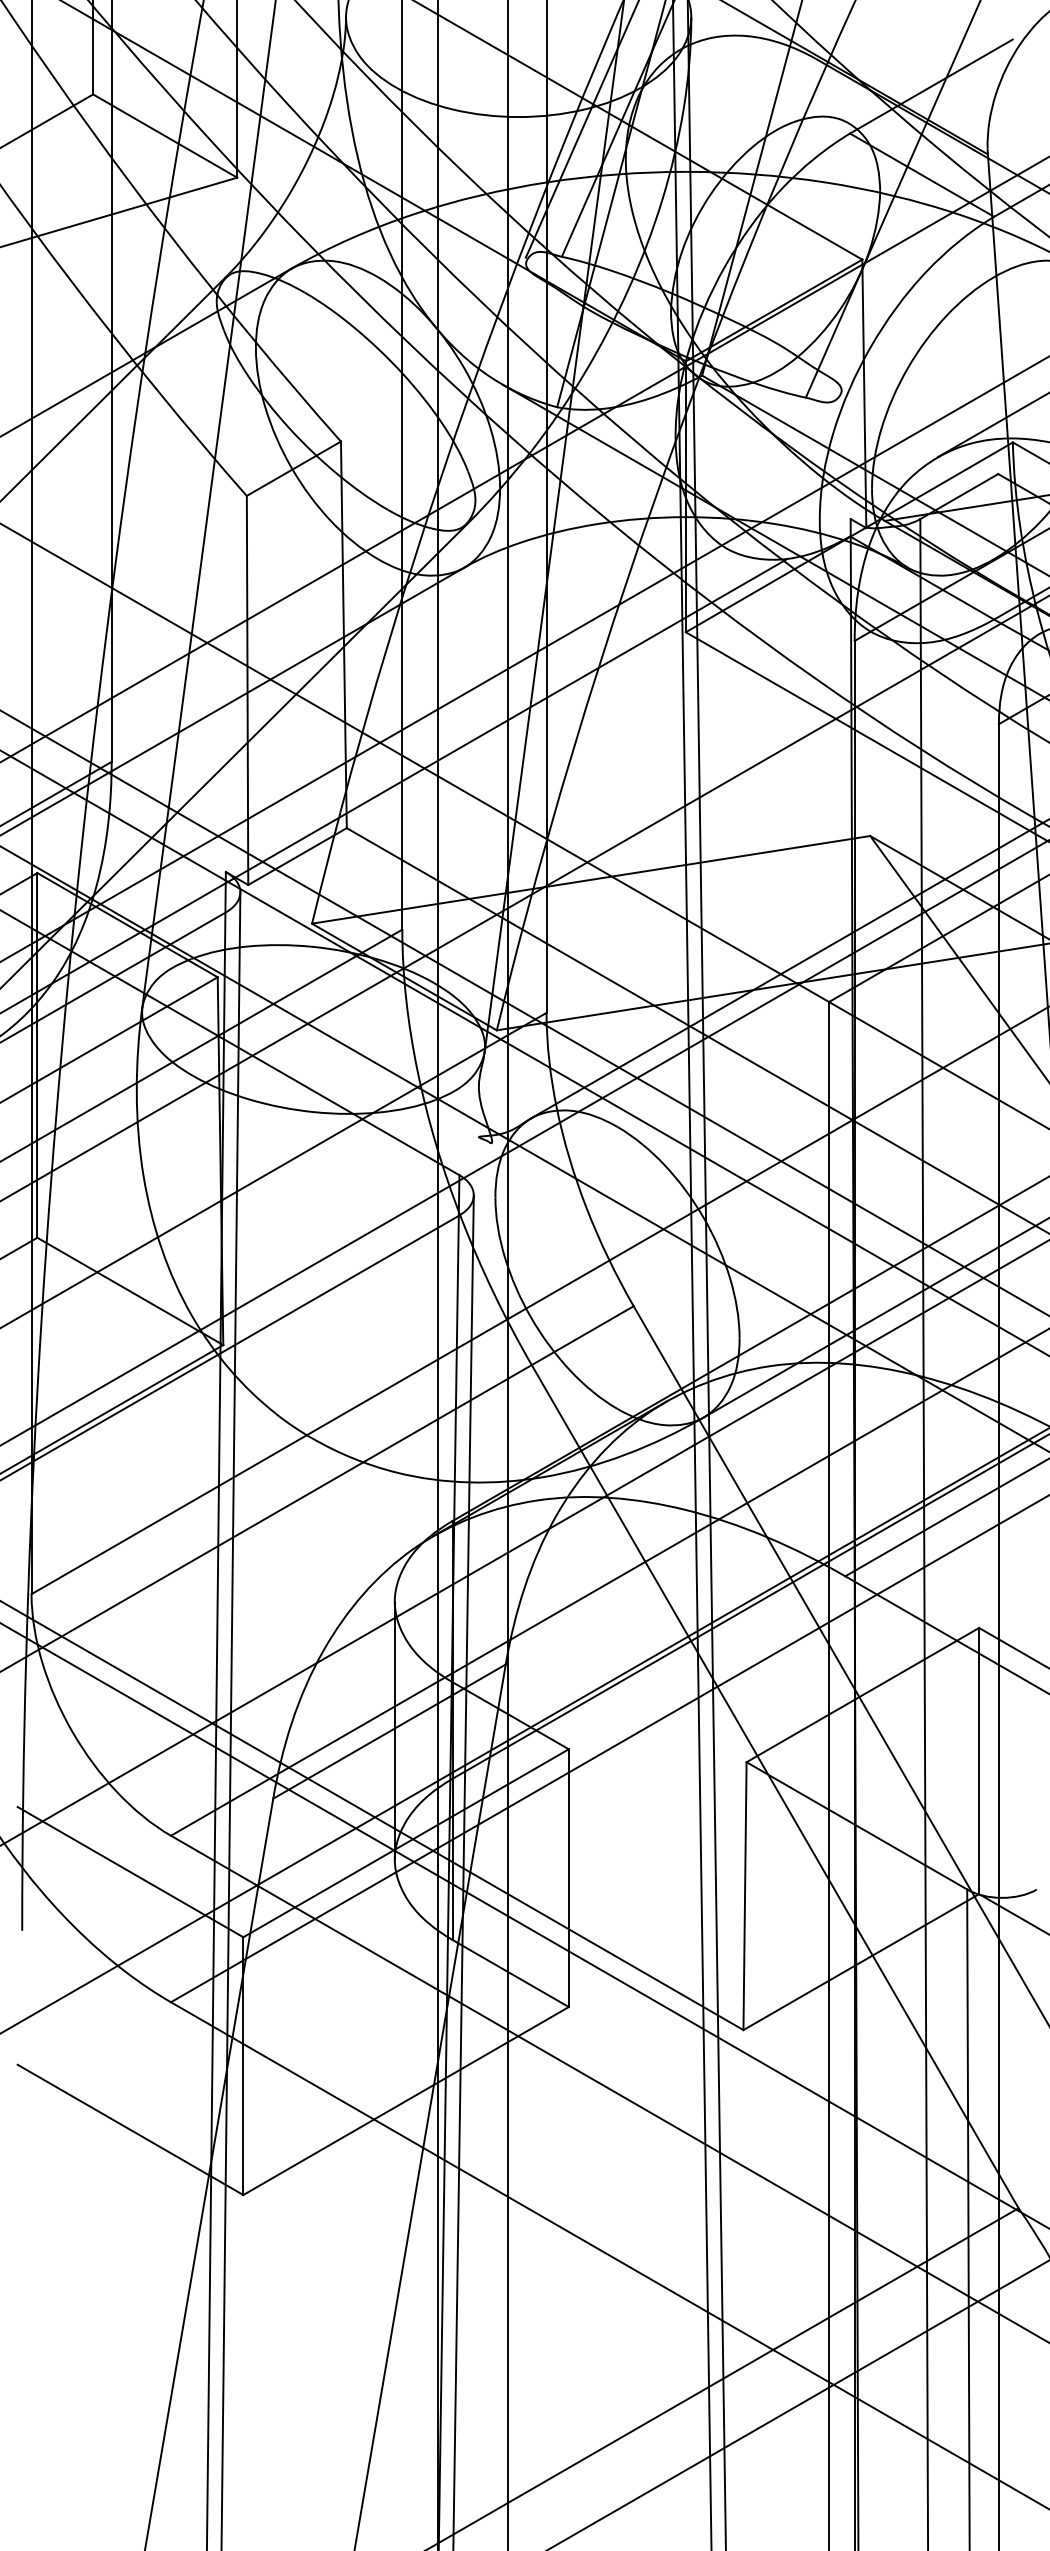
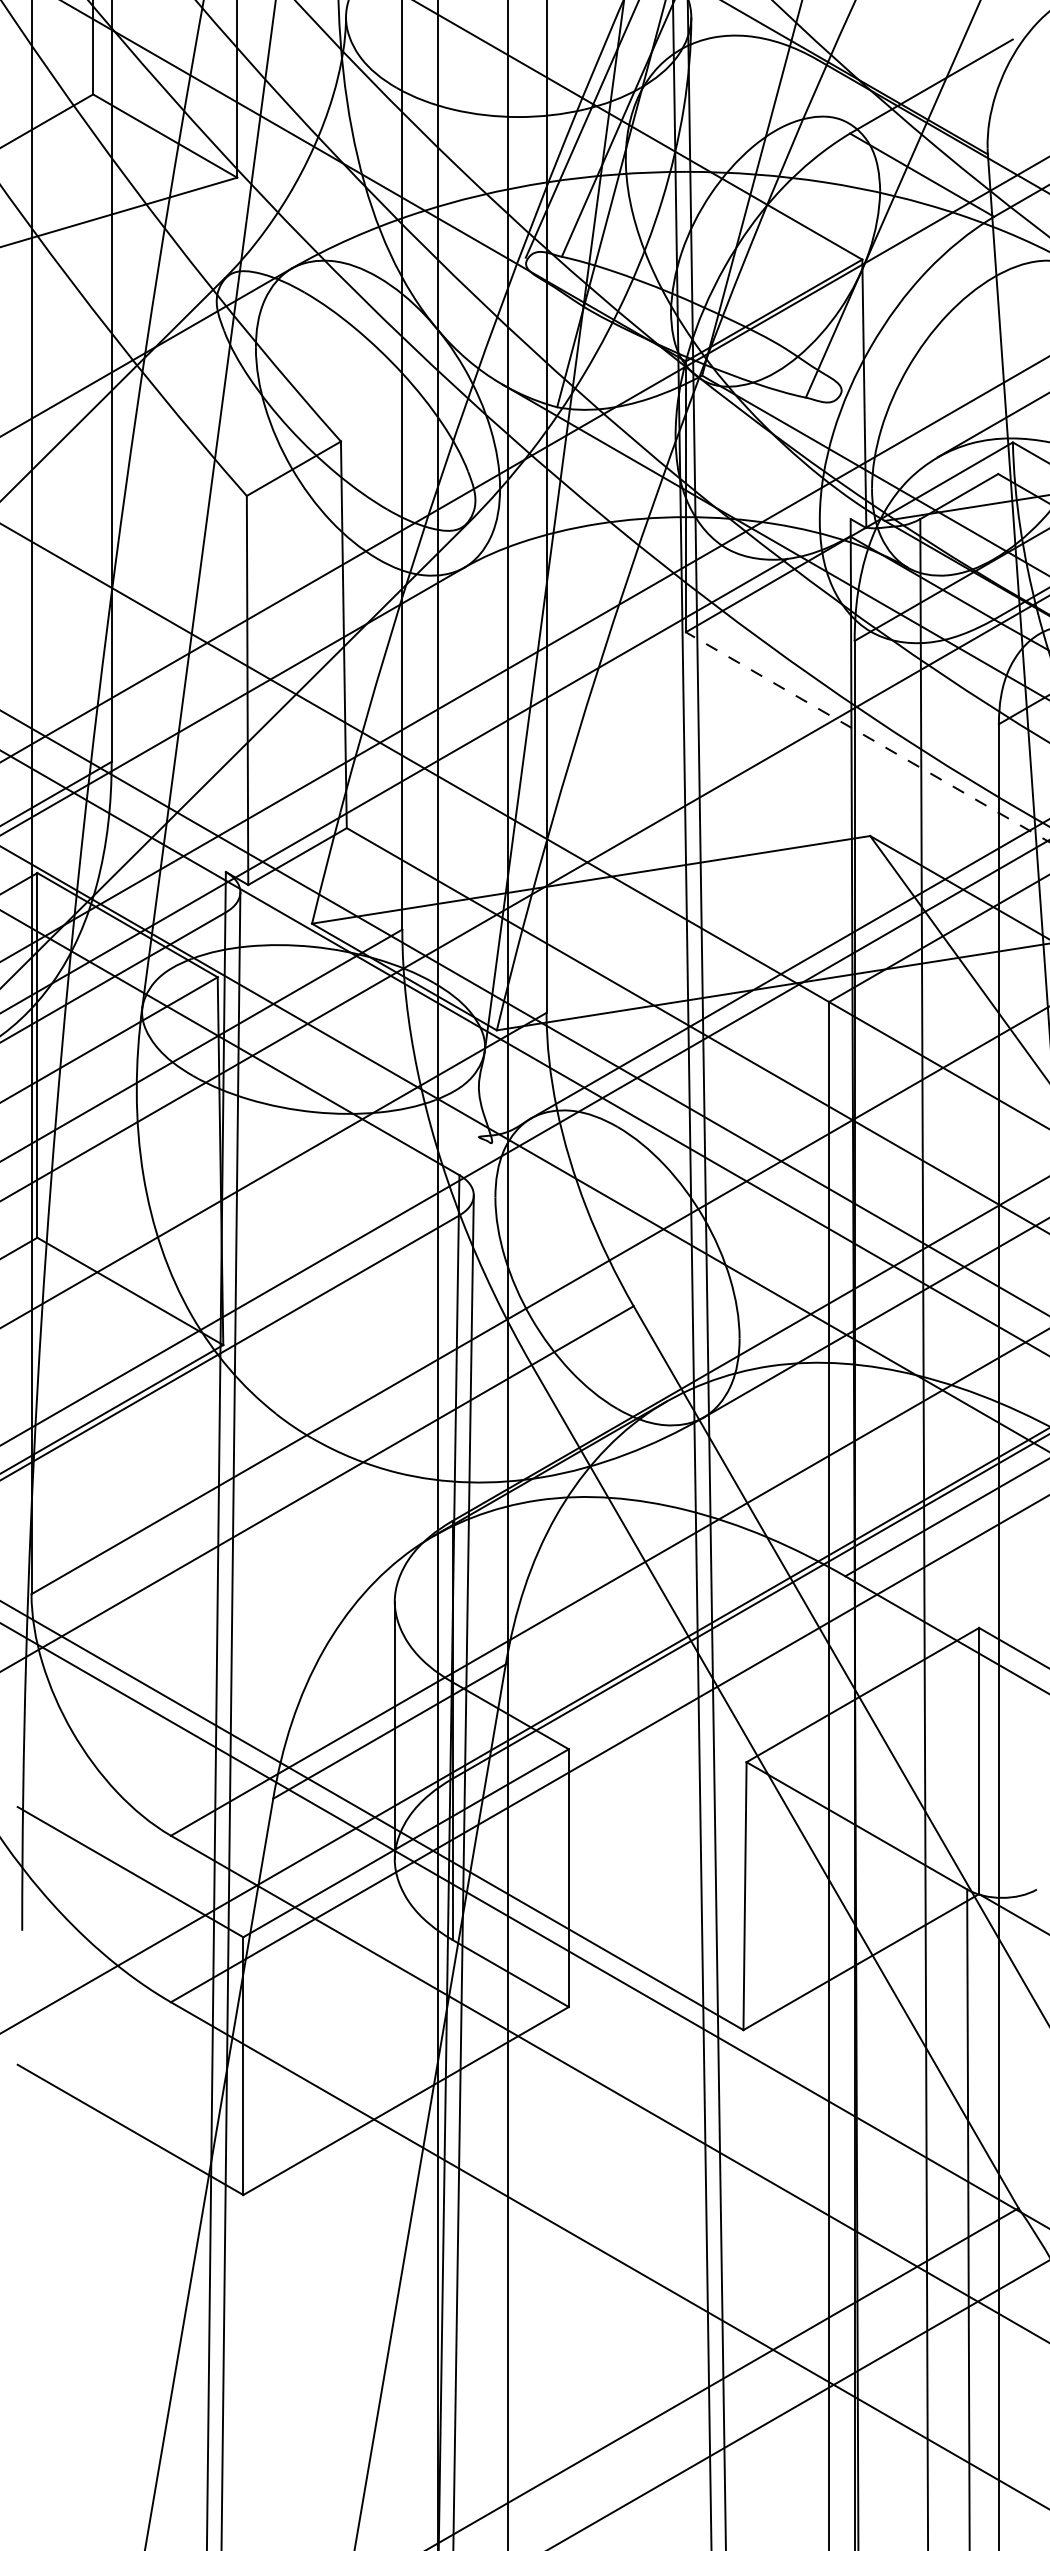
line at (867, 737): solid -> dashed
line at (524, 1542): present -> none
